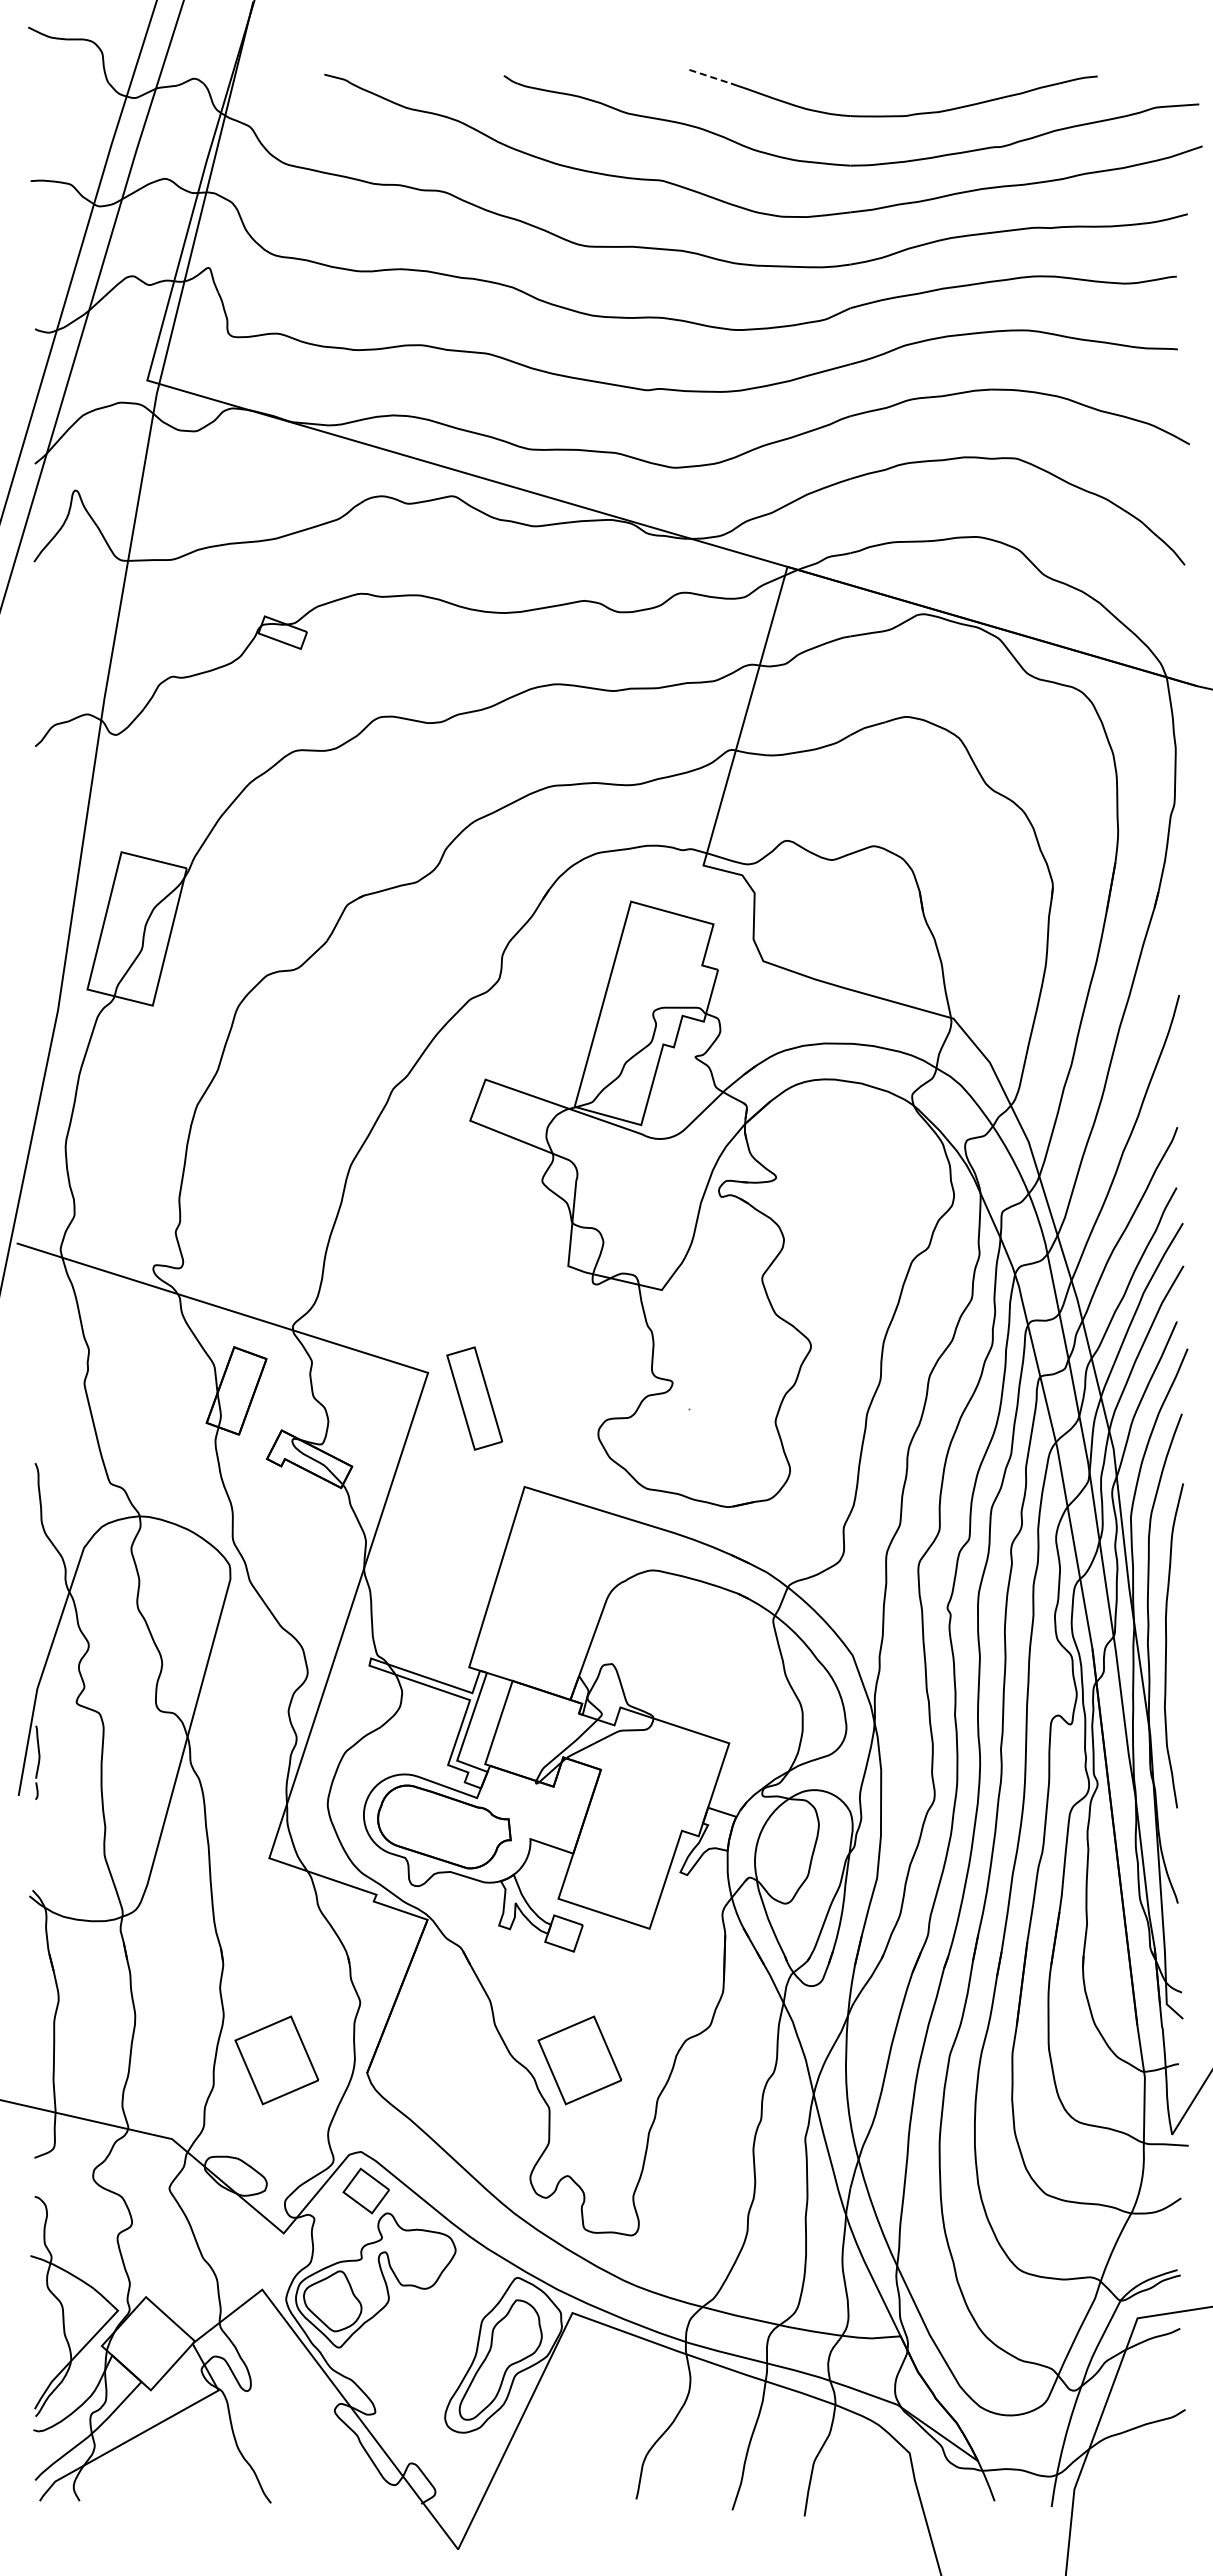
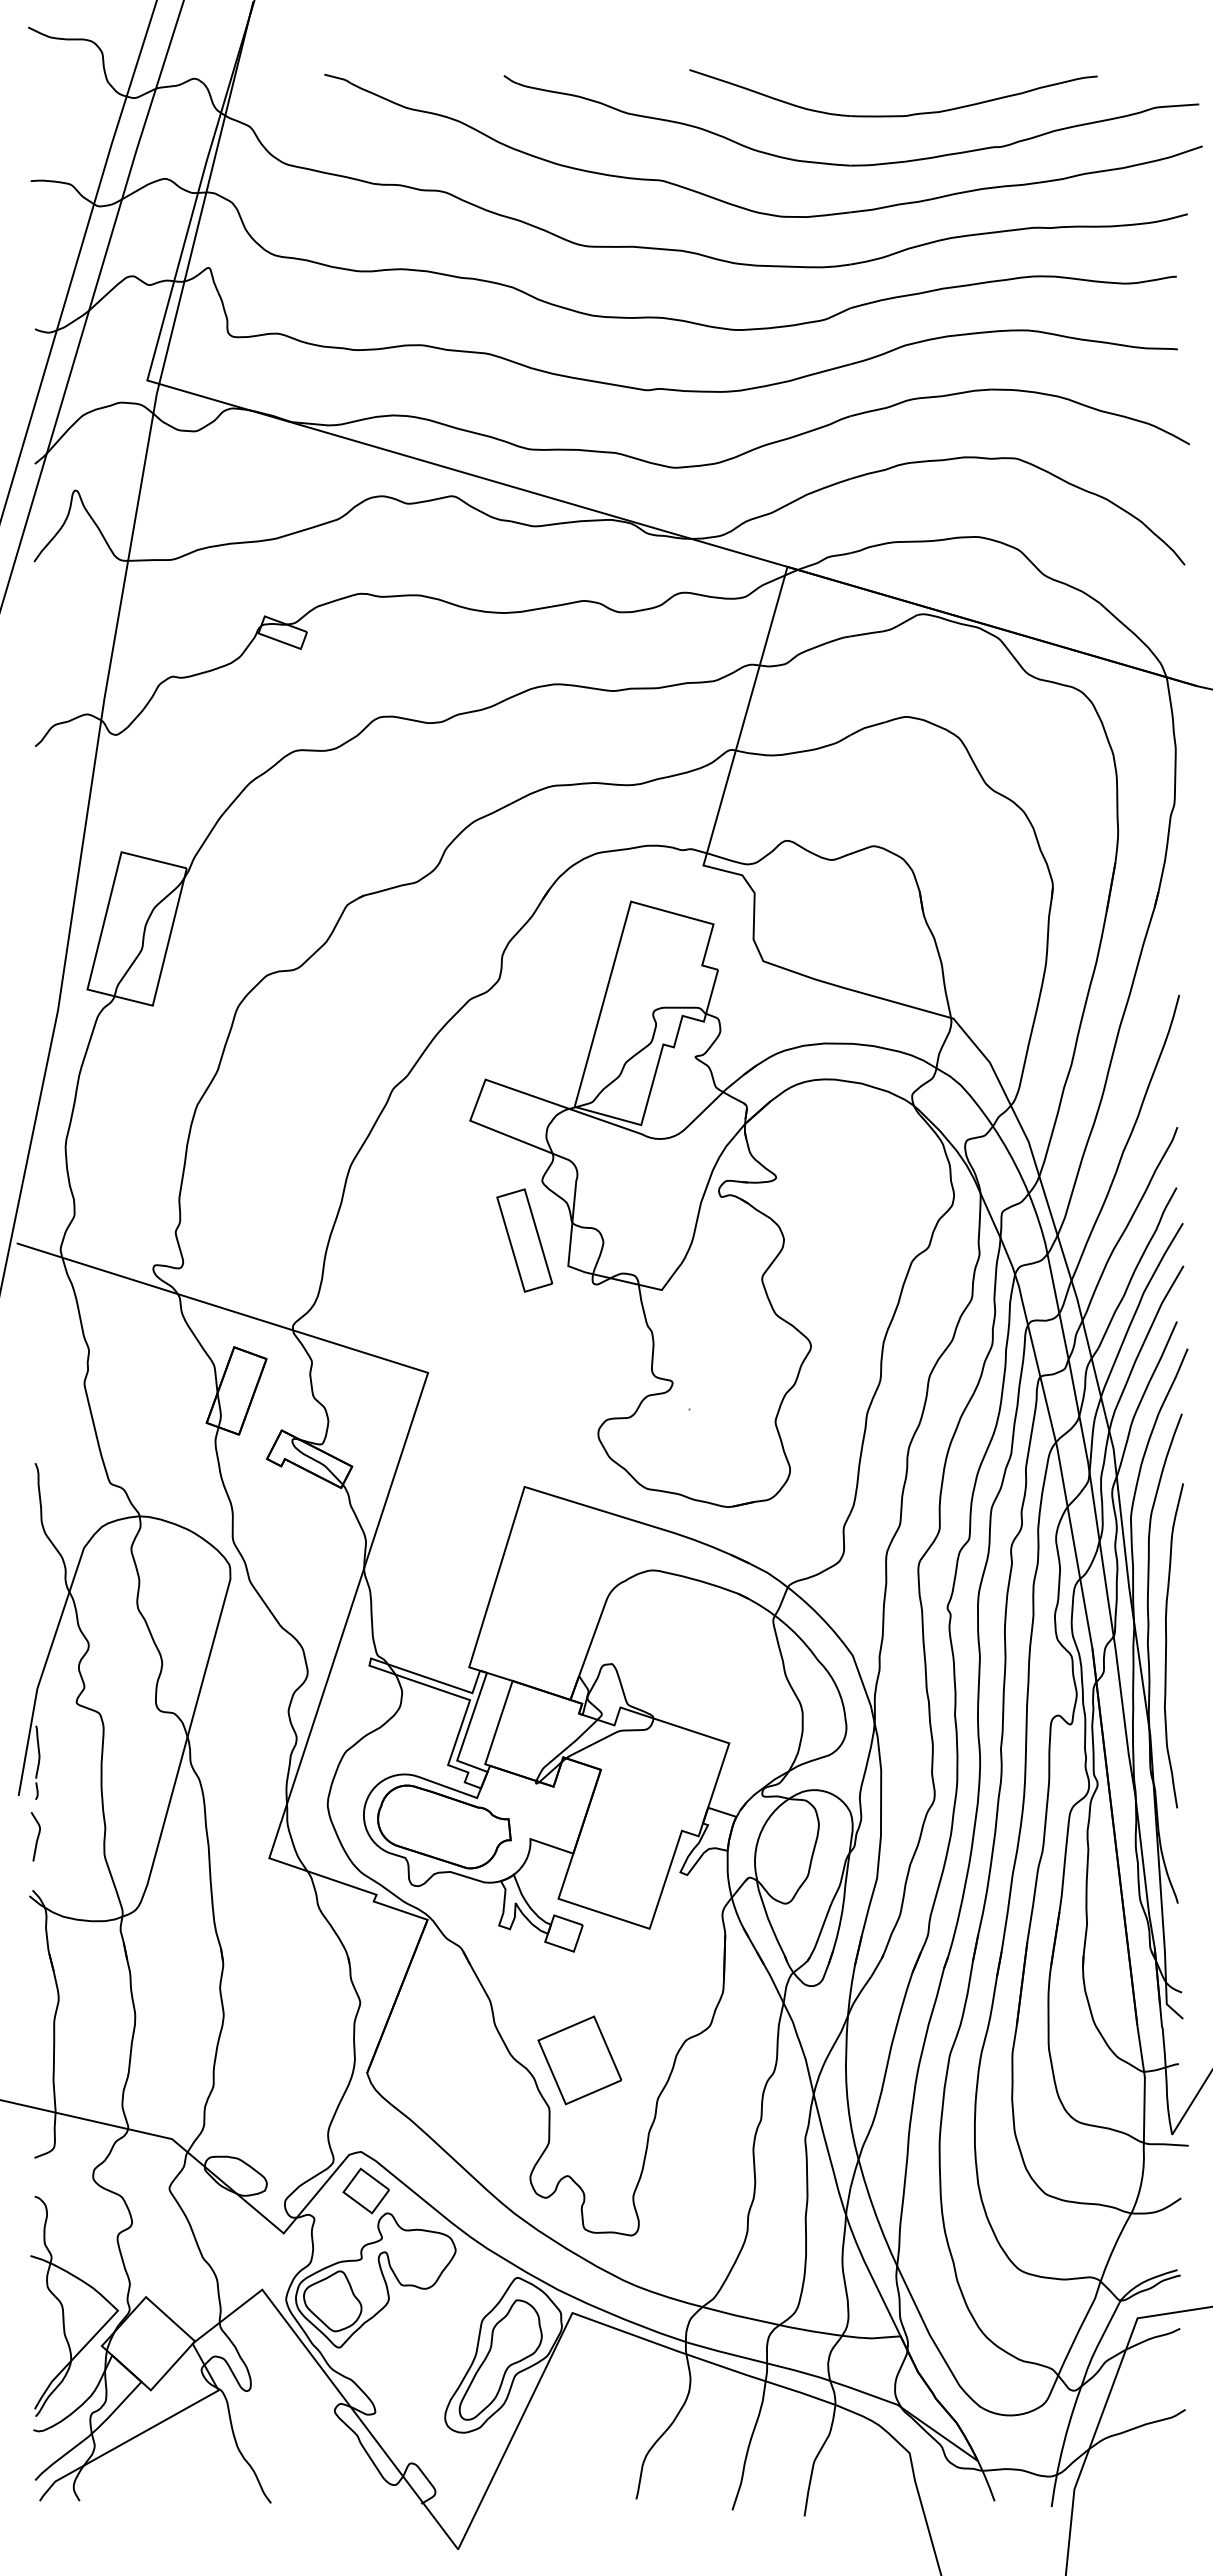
line at (710, 76): dashed -> solid
part at (474, 1398) position: (474, 1398) -> (524, 1240)
curve at (37, 1836): none -> present
part at (276, 2060): present -> none
